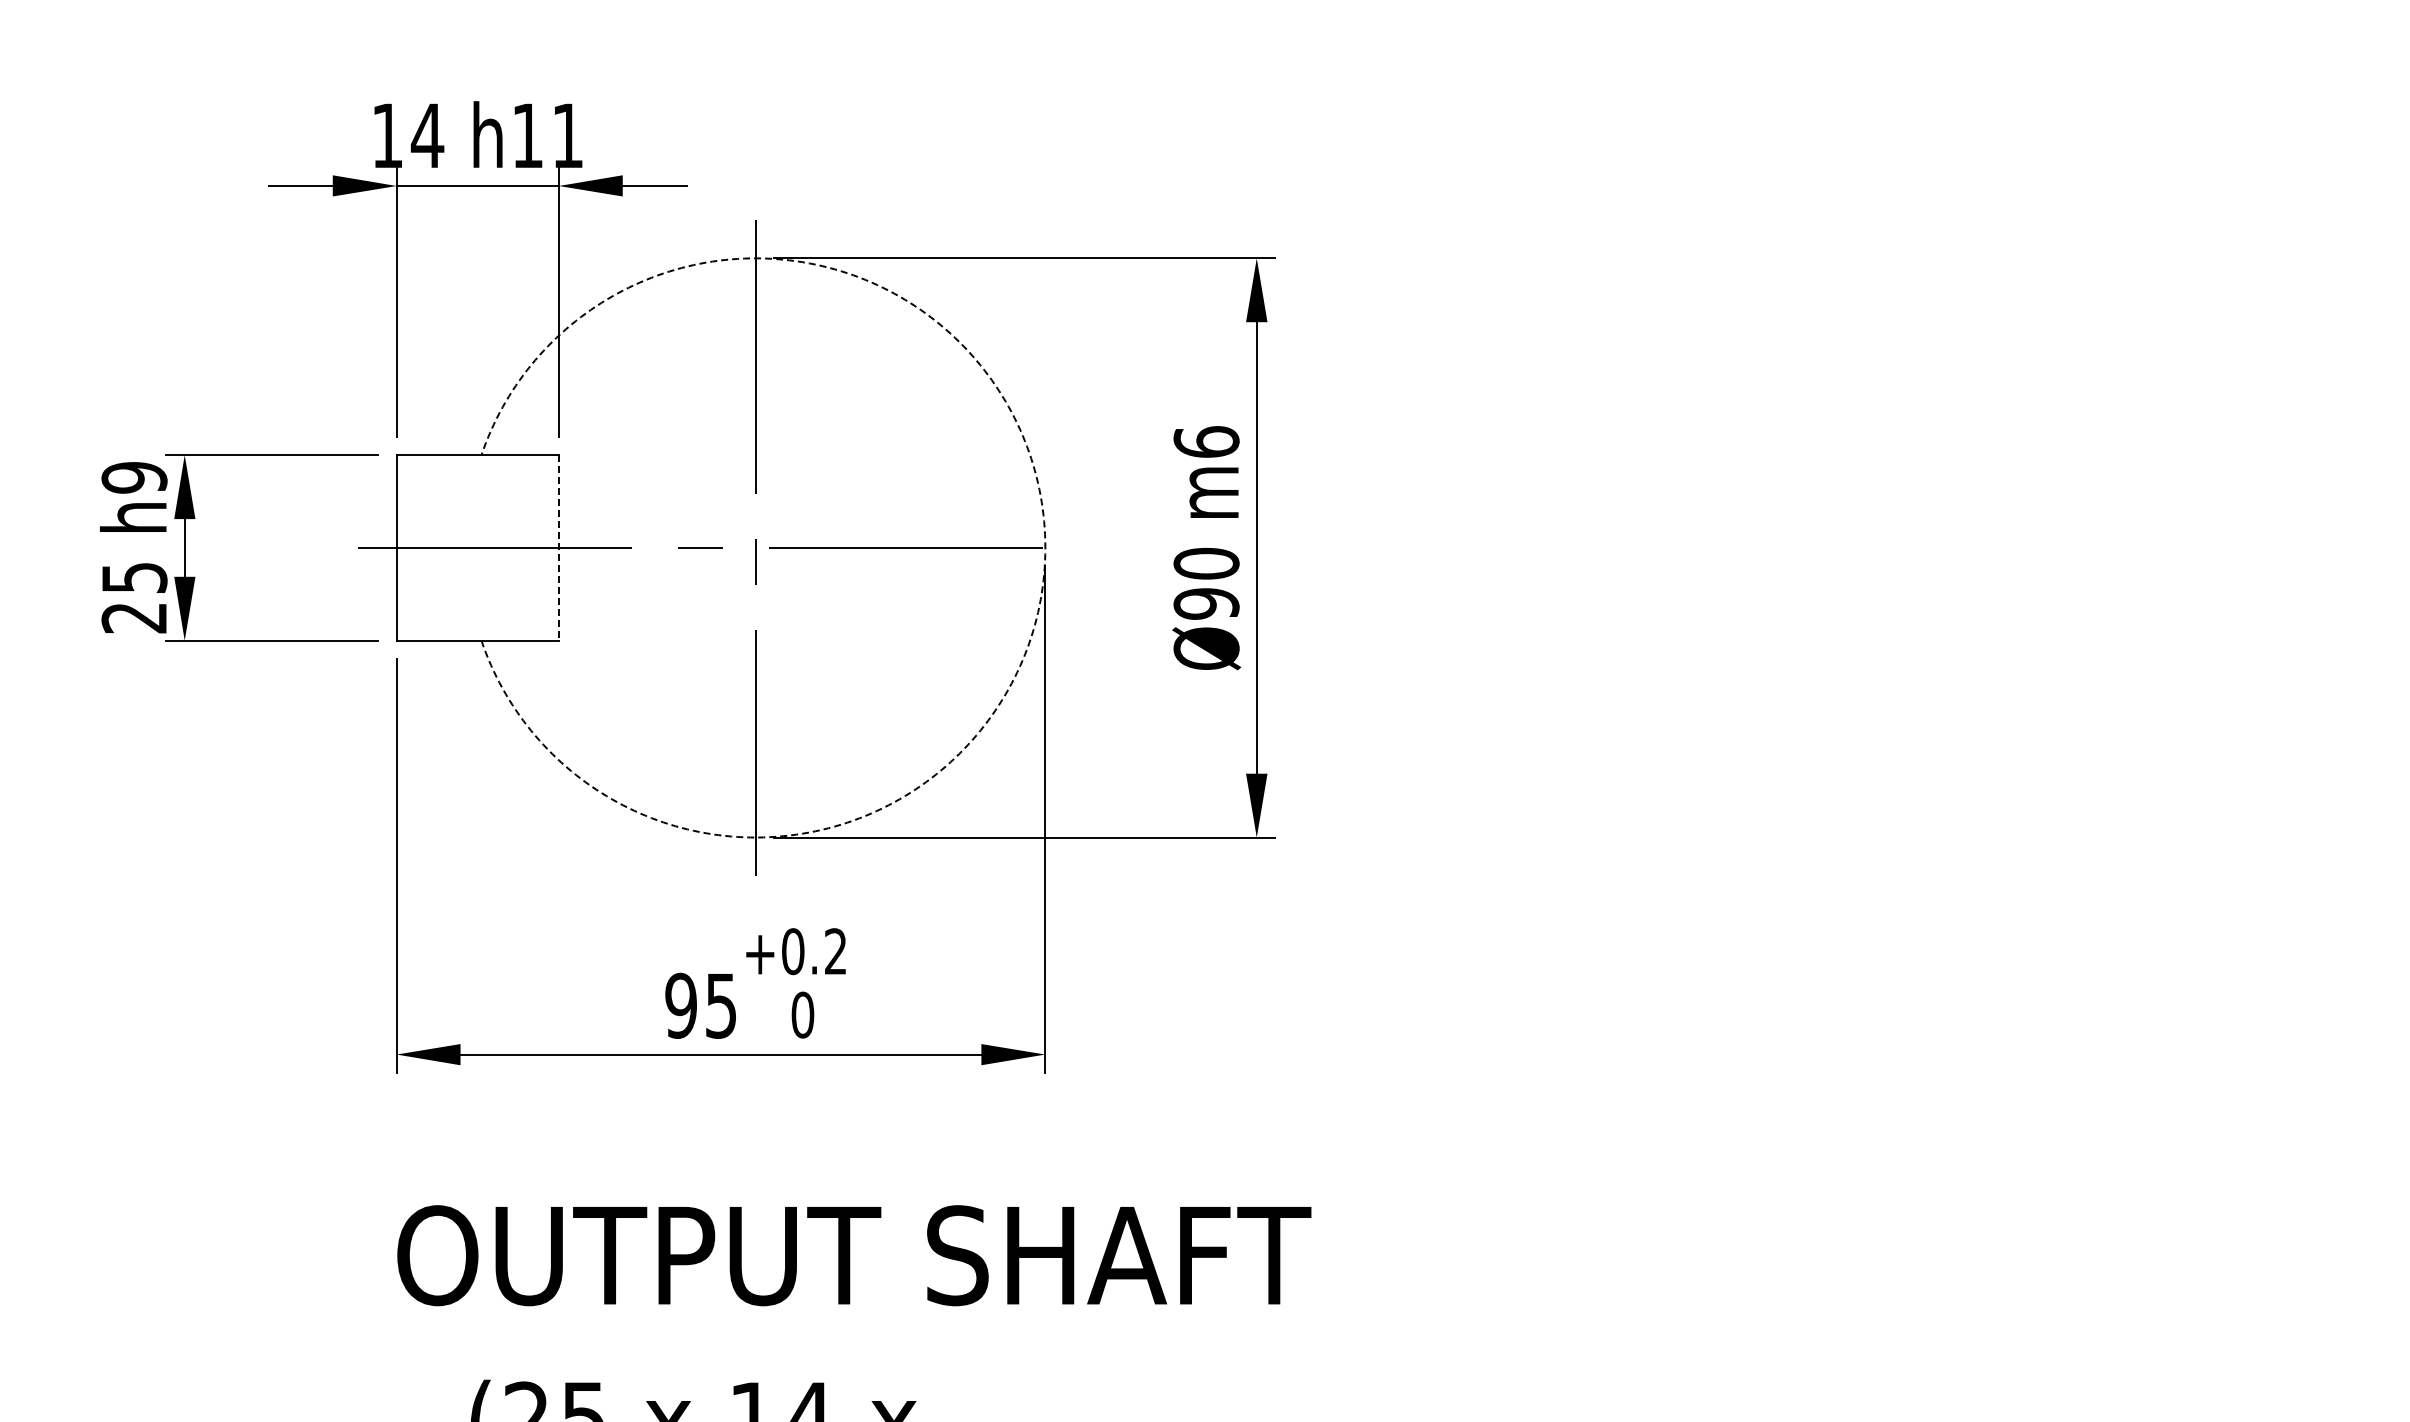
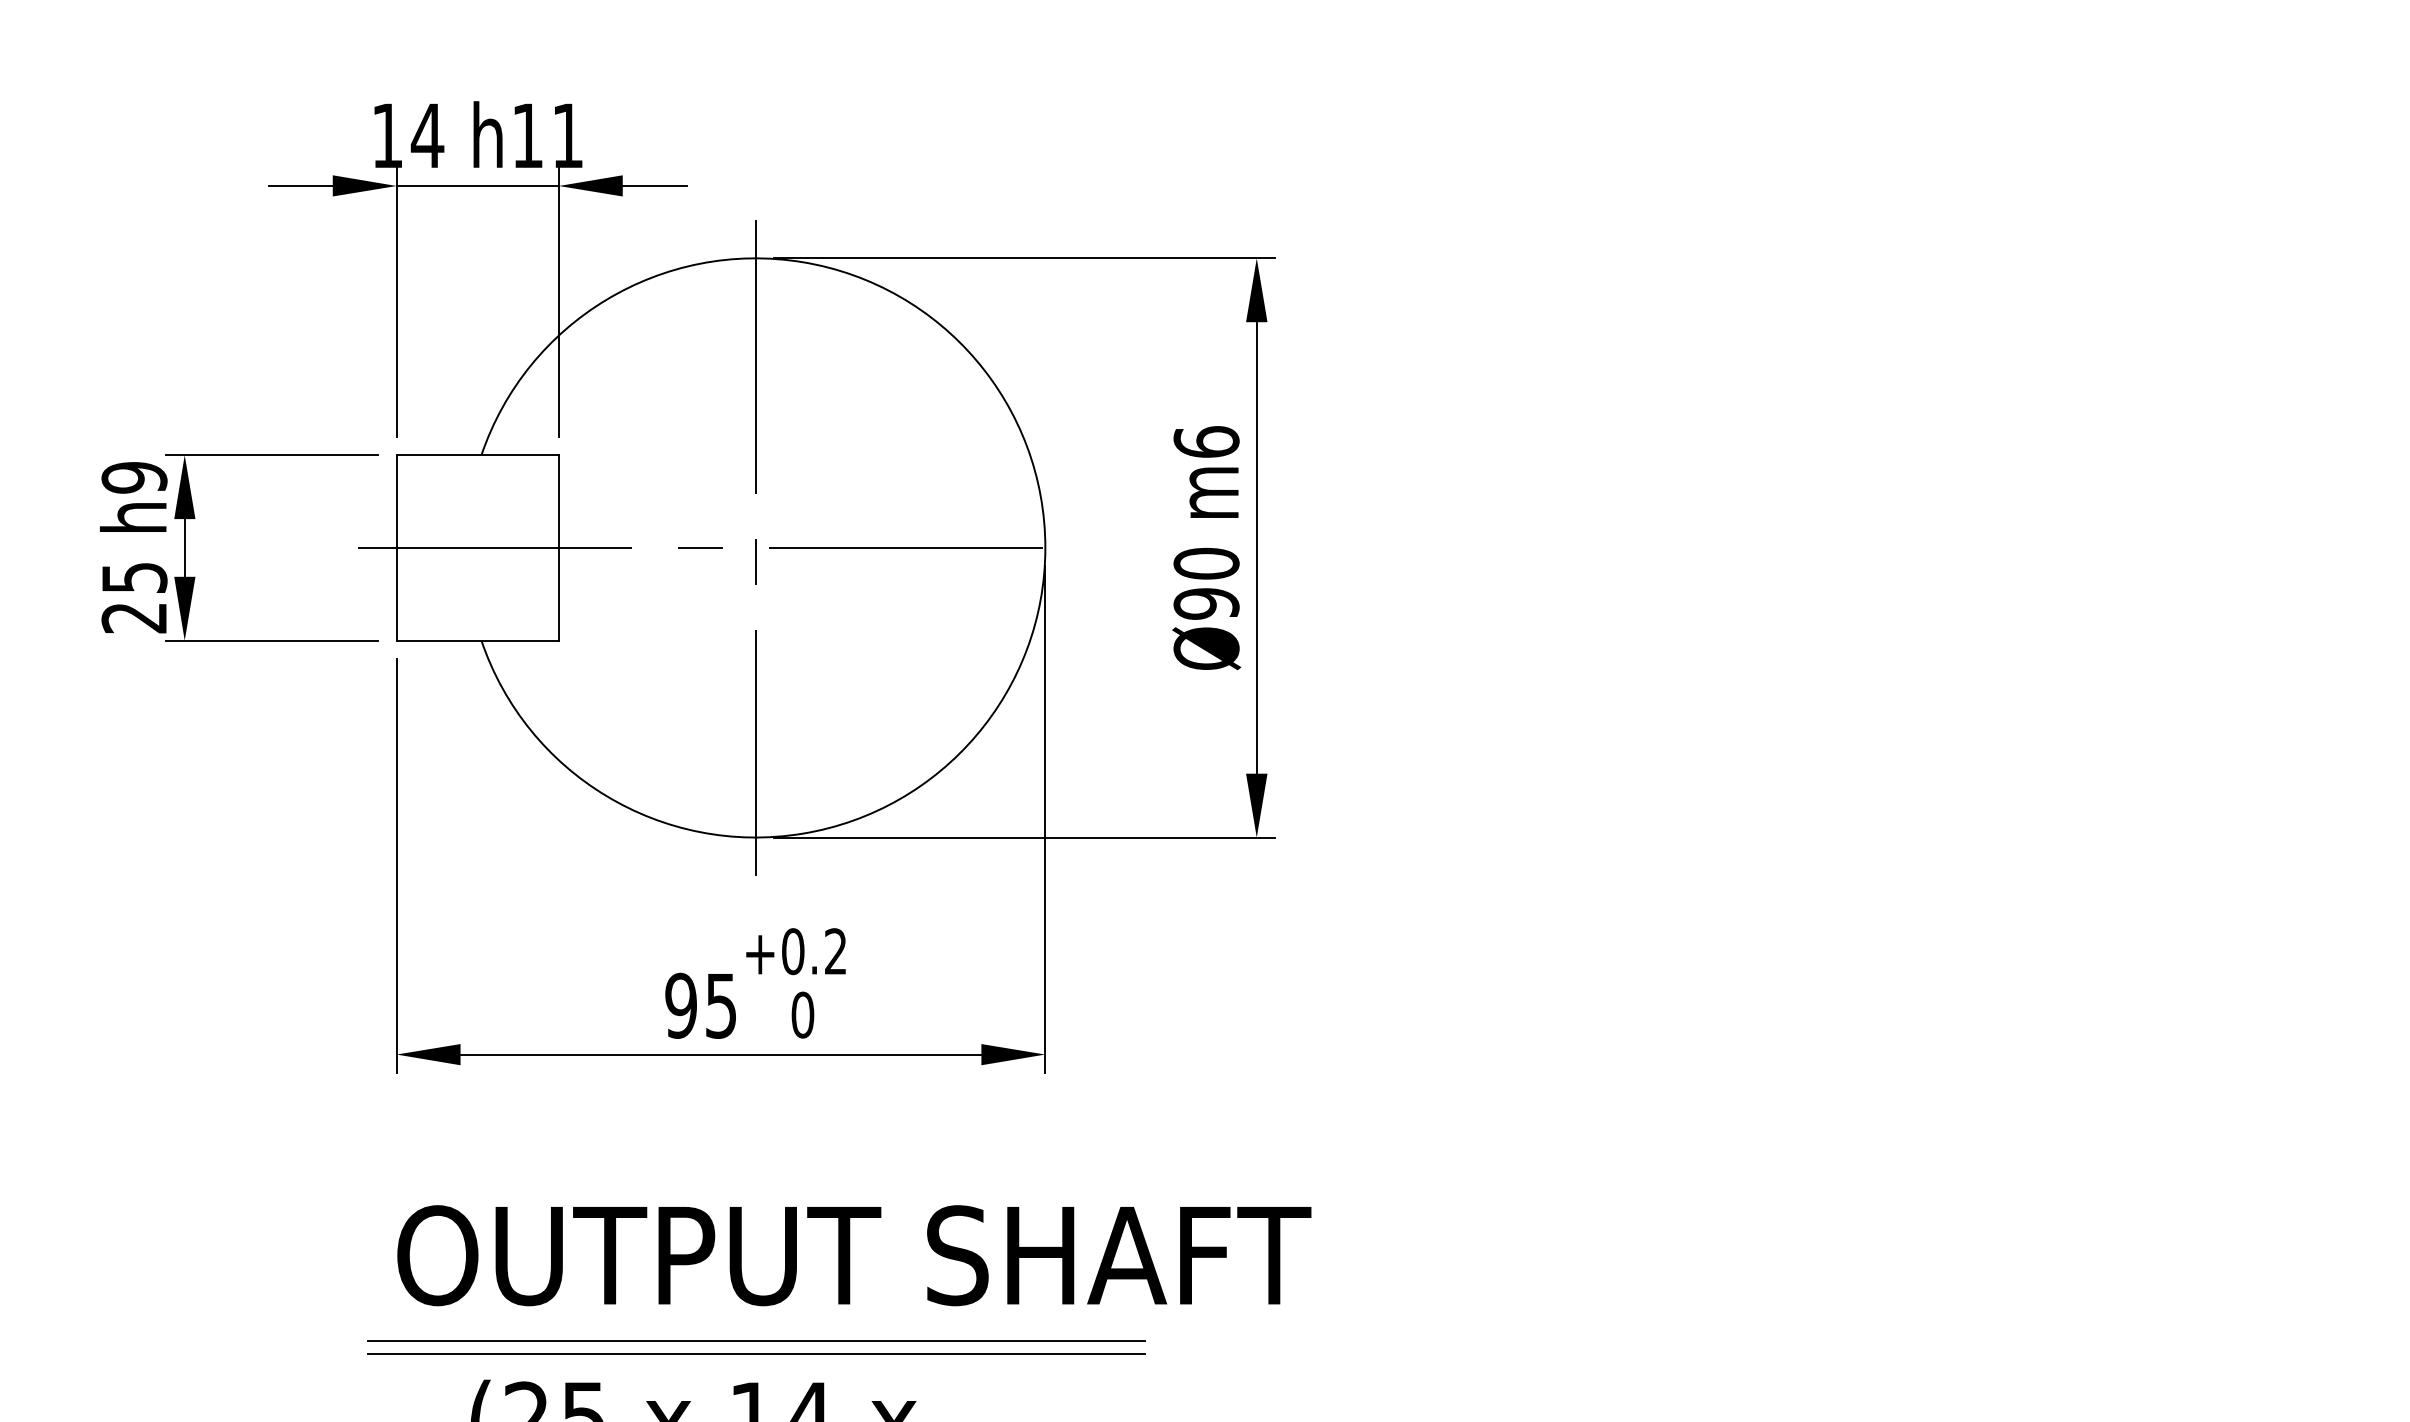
line at (558, 547): dashed -> solid
arc at (1045, 547): dashed -> solid
line at (756, 1340): none -> present
line at (756, 1353): none -> present
